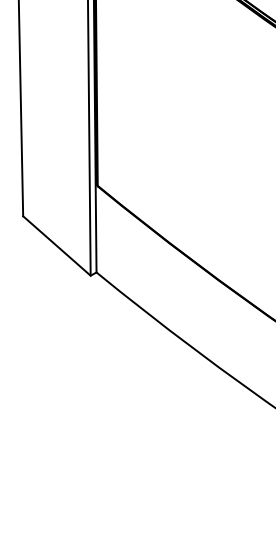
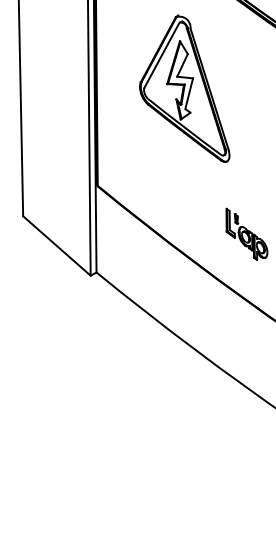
part at (184, 88): none -> present
part at (246, 233): none -> present
